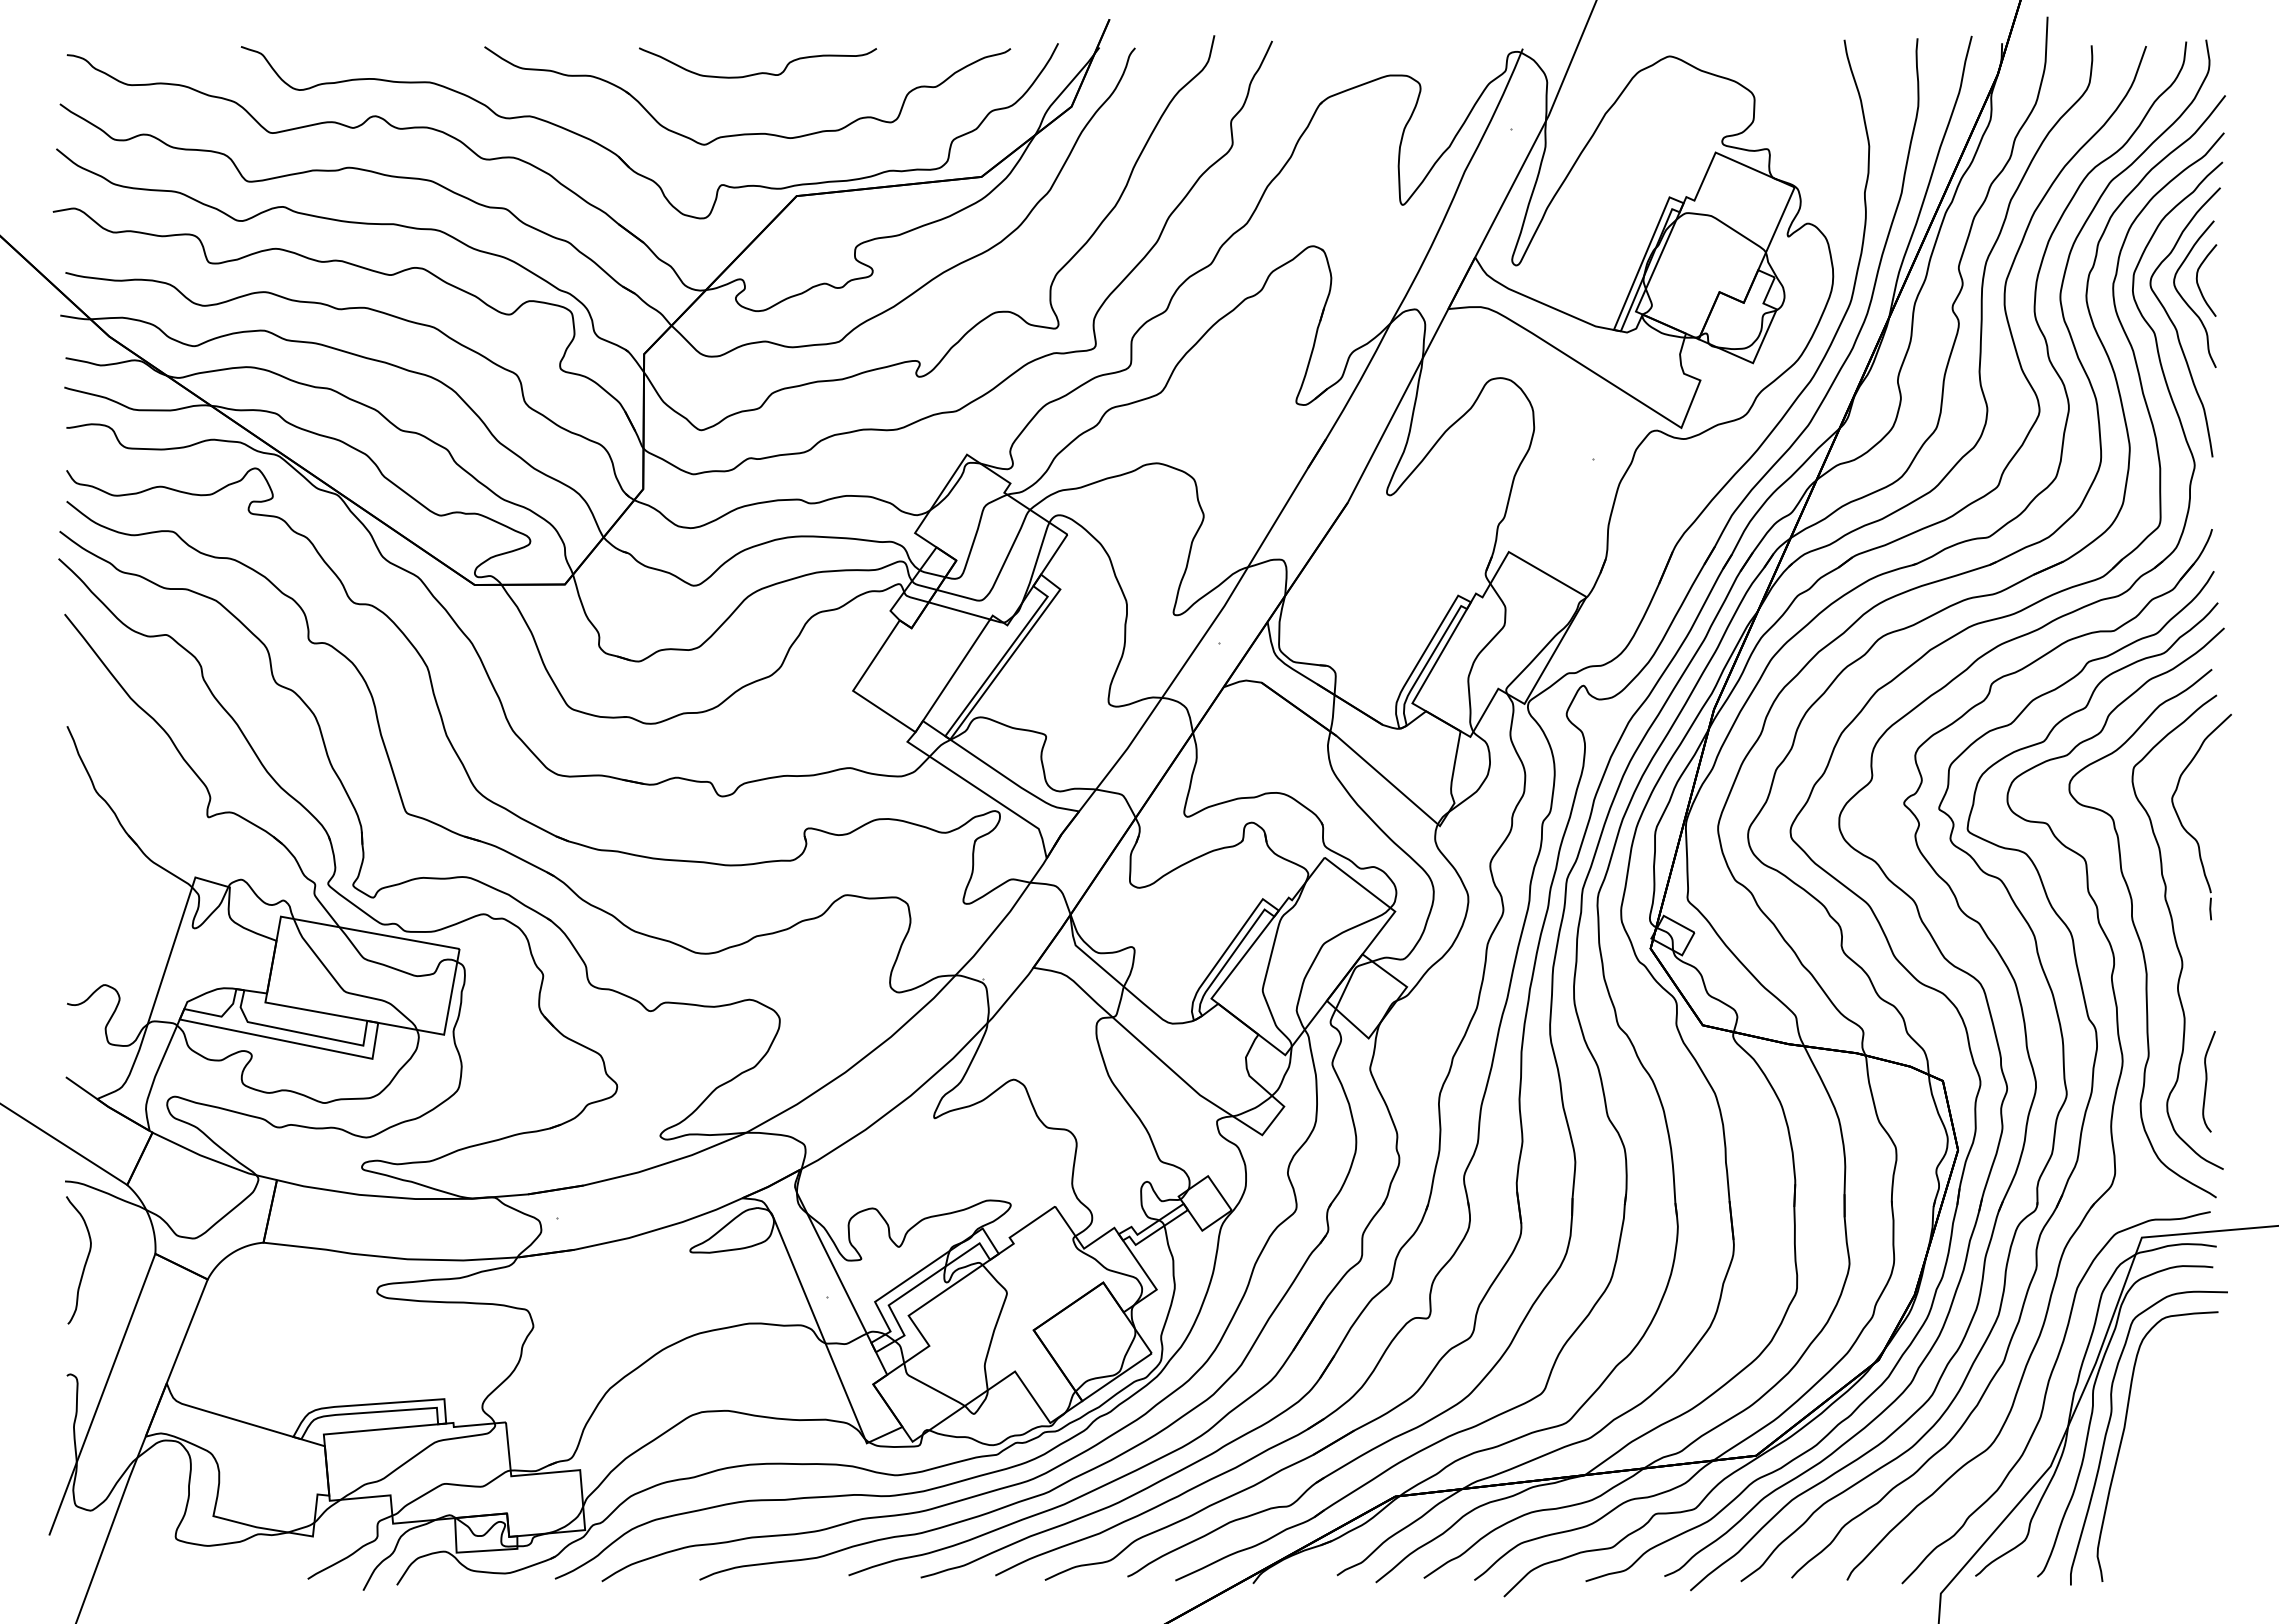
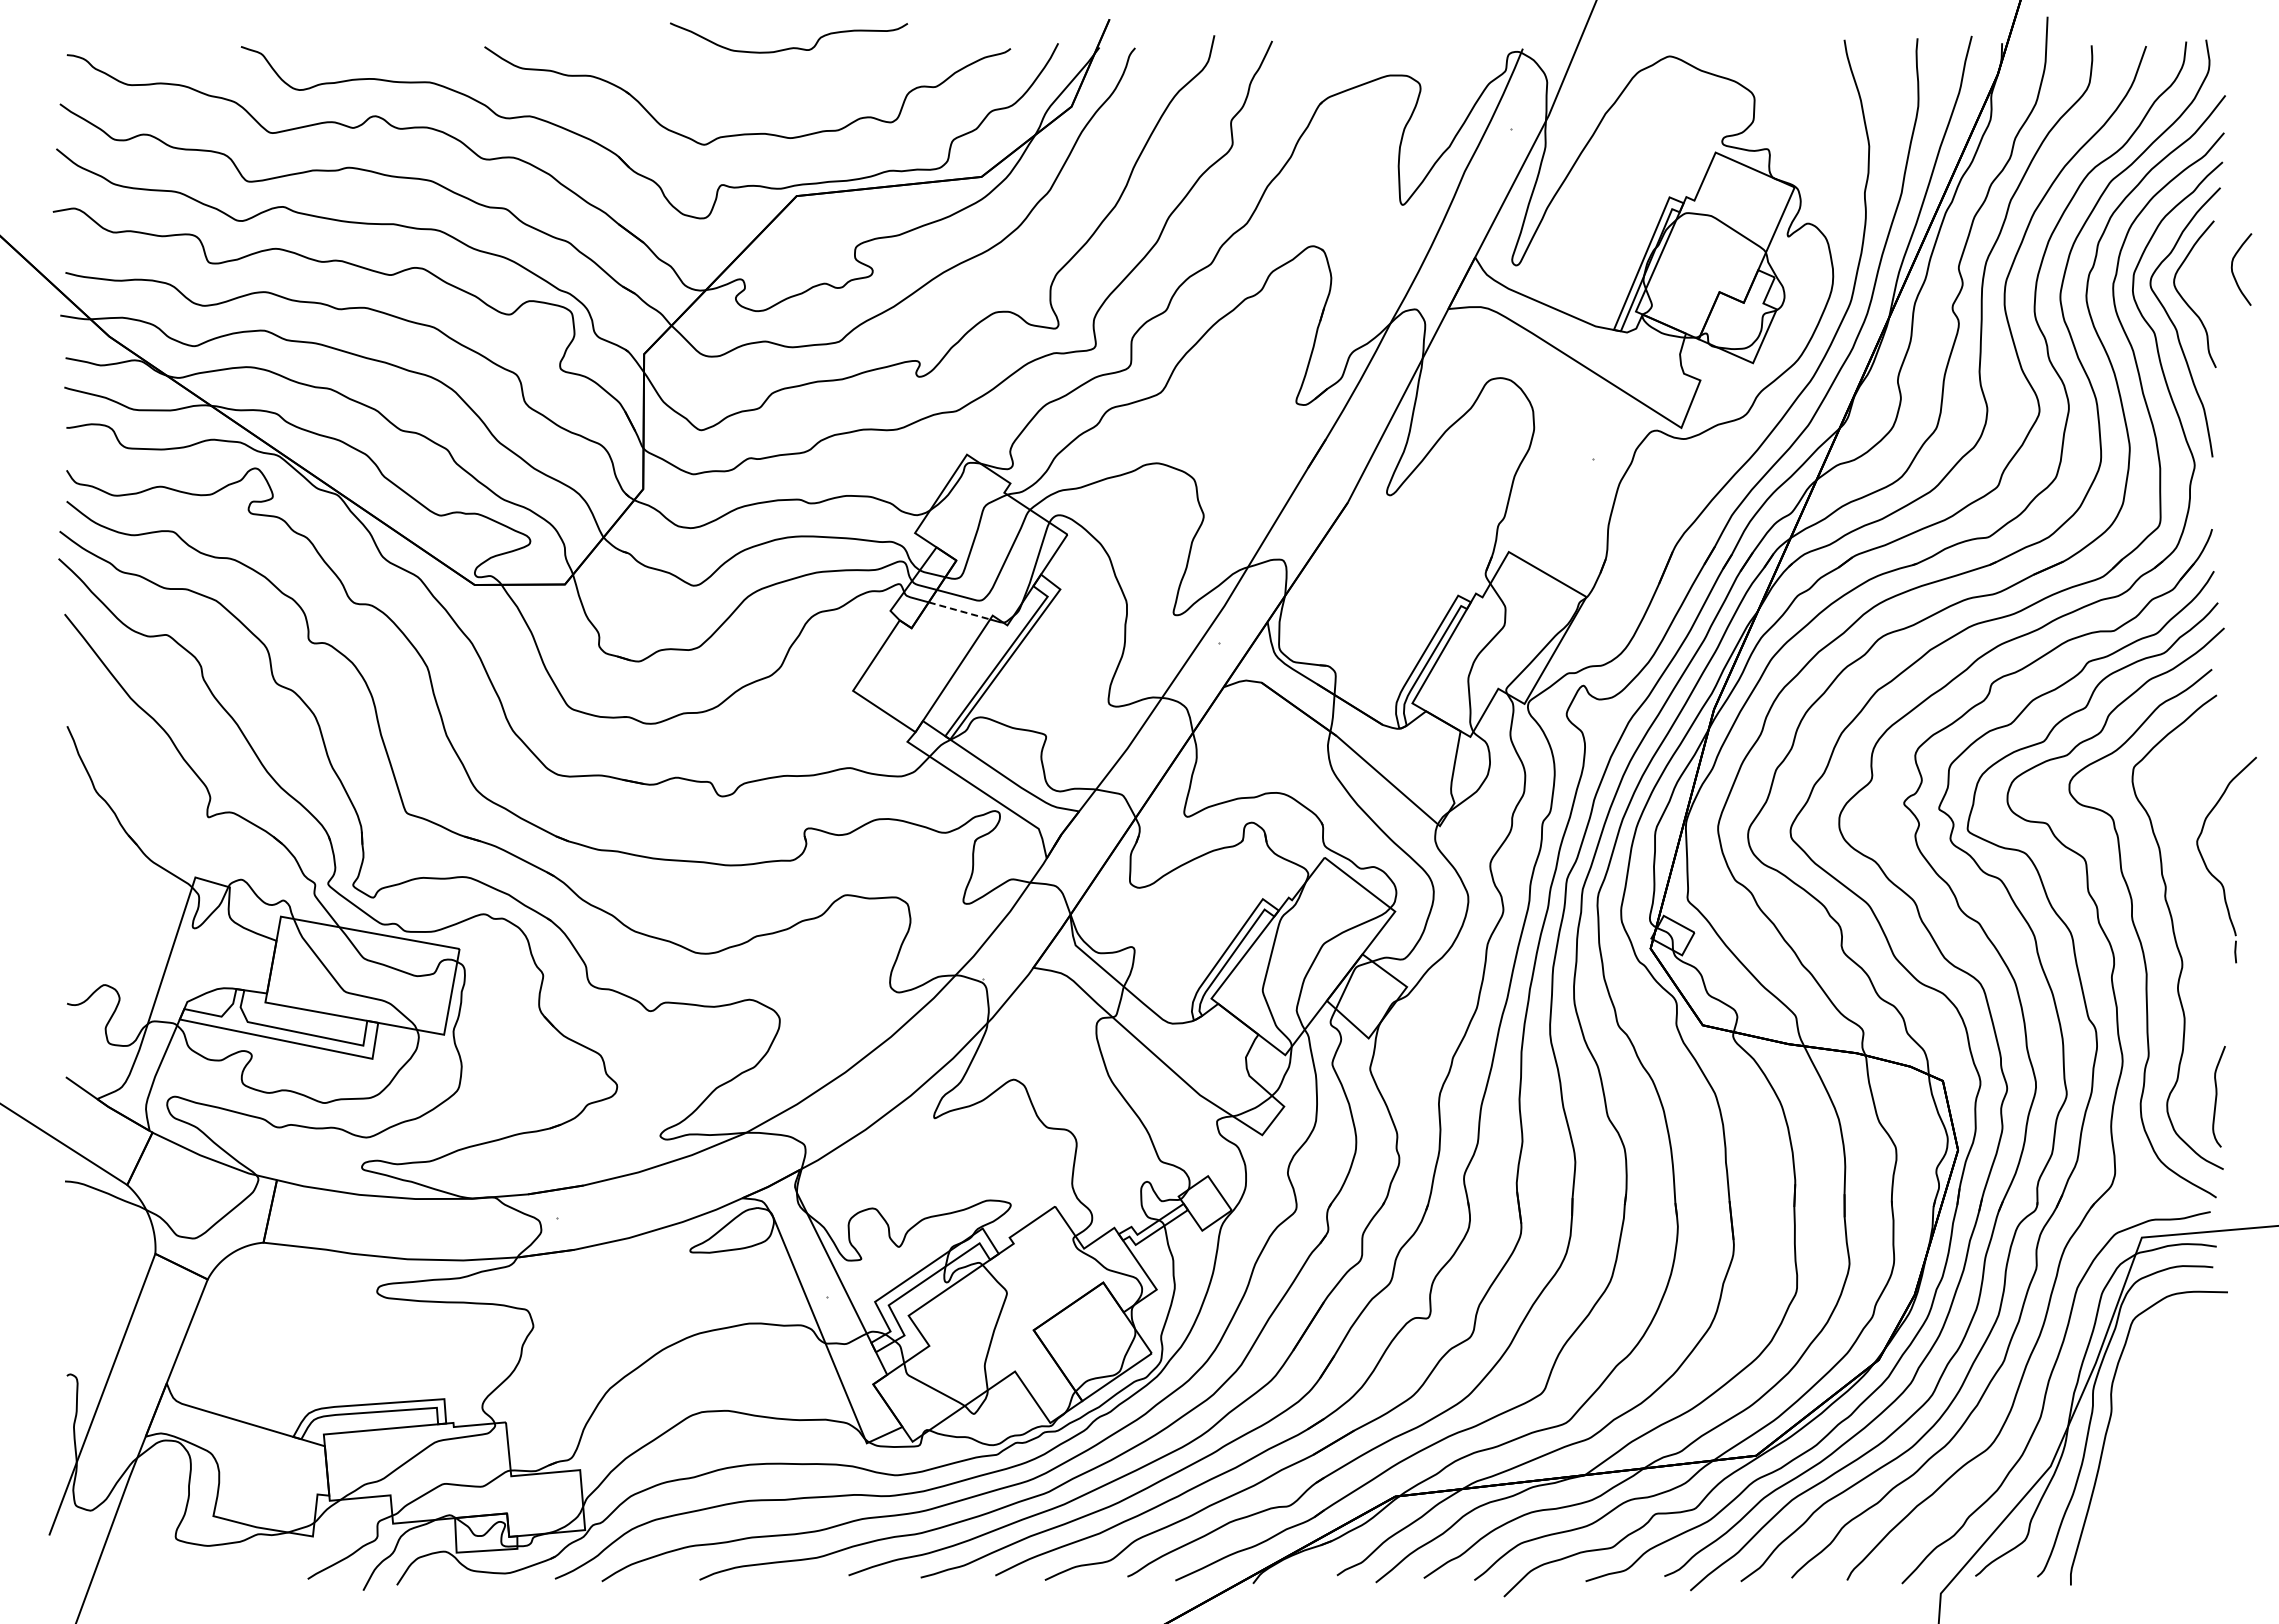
curve at (758, 72) position: (758, 72) -> (789, 47)
curve at (2198, 282) position: (2198, 282) -> (2233, 271)
line at (959, 610): solid -> dashed
part at (2186, 829) position: (2186, 829) -> (2211, 872)
curve at (2207, 1081) position: (2207, 1081) -> (2217, 1096)
curve at (84, 1263): present -> none
curve at (2123, 1437): present -> none
